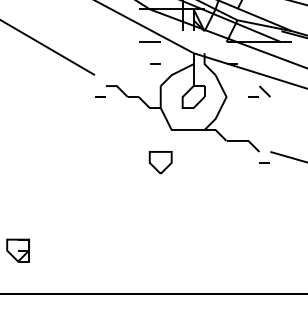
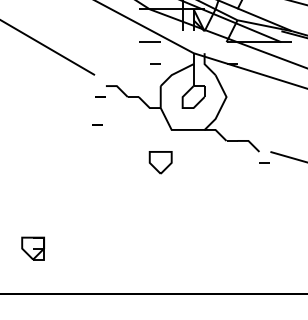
part at (259, 91): present -> none
part at (97, 124): none -> present
part at (17, 250) position: (17, 250) -> (32, 248)
